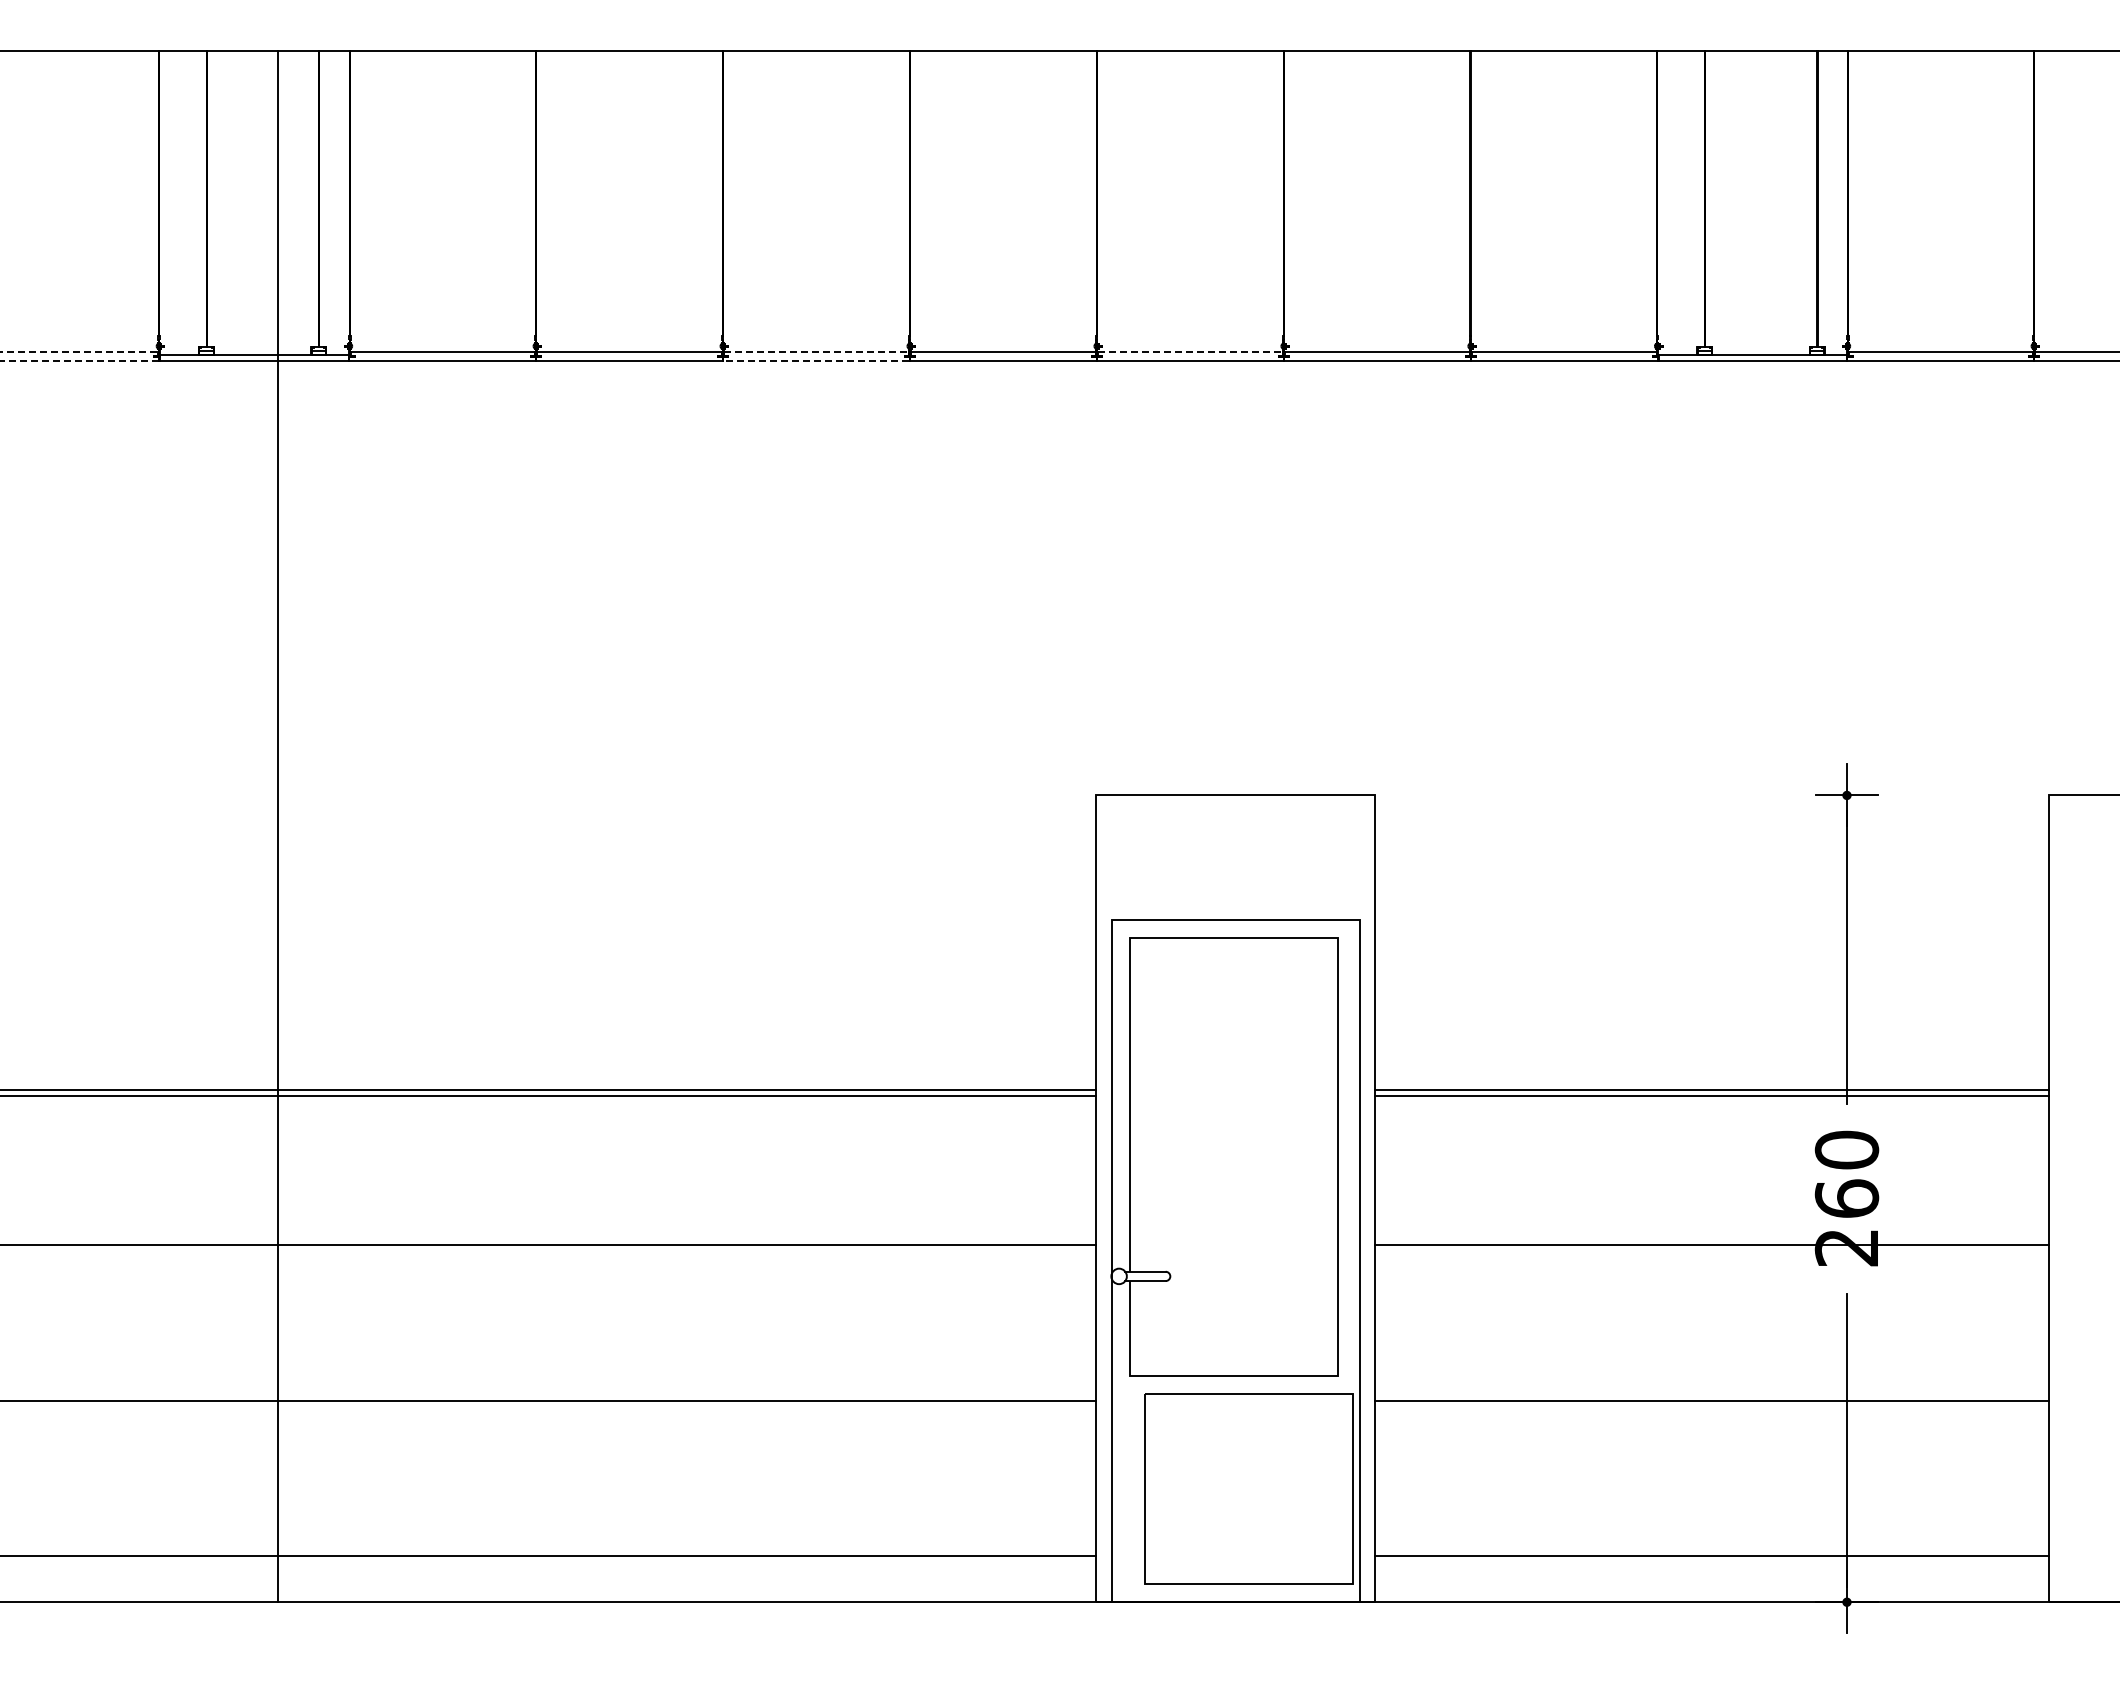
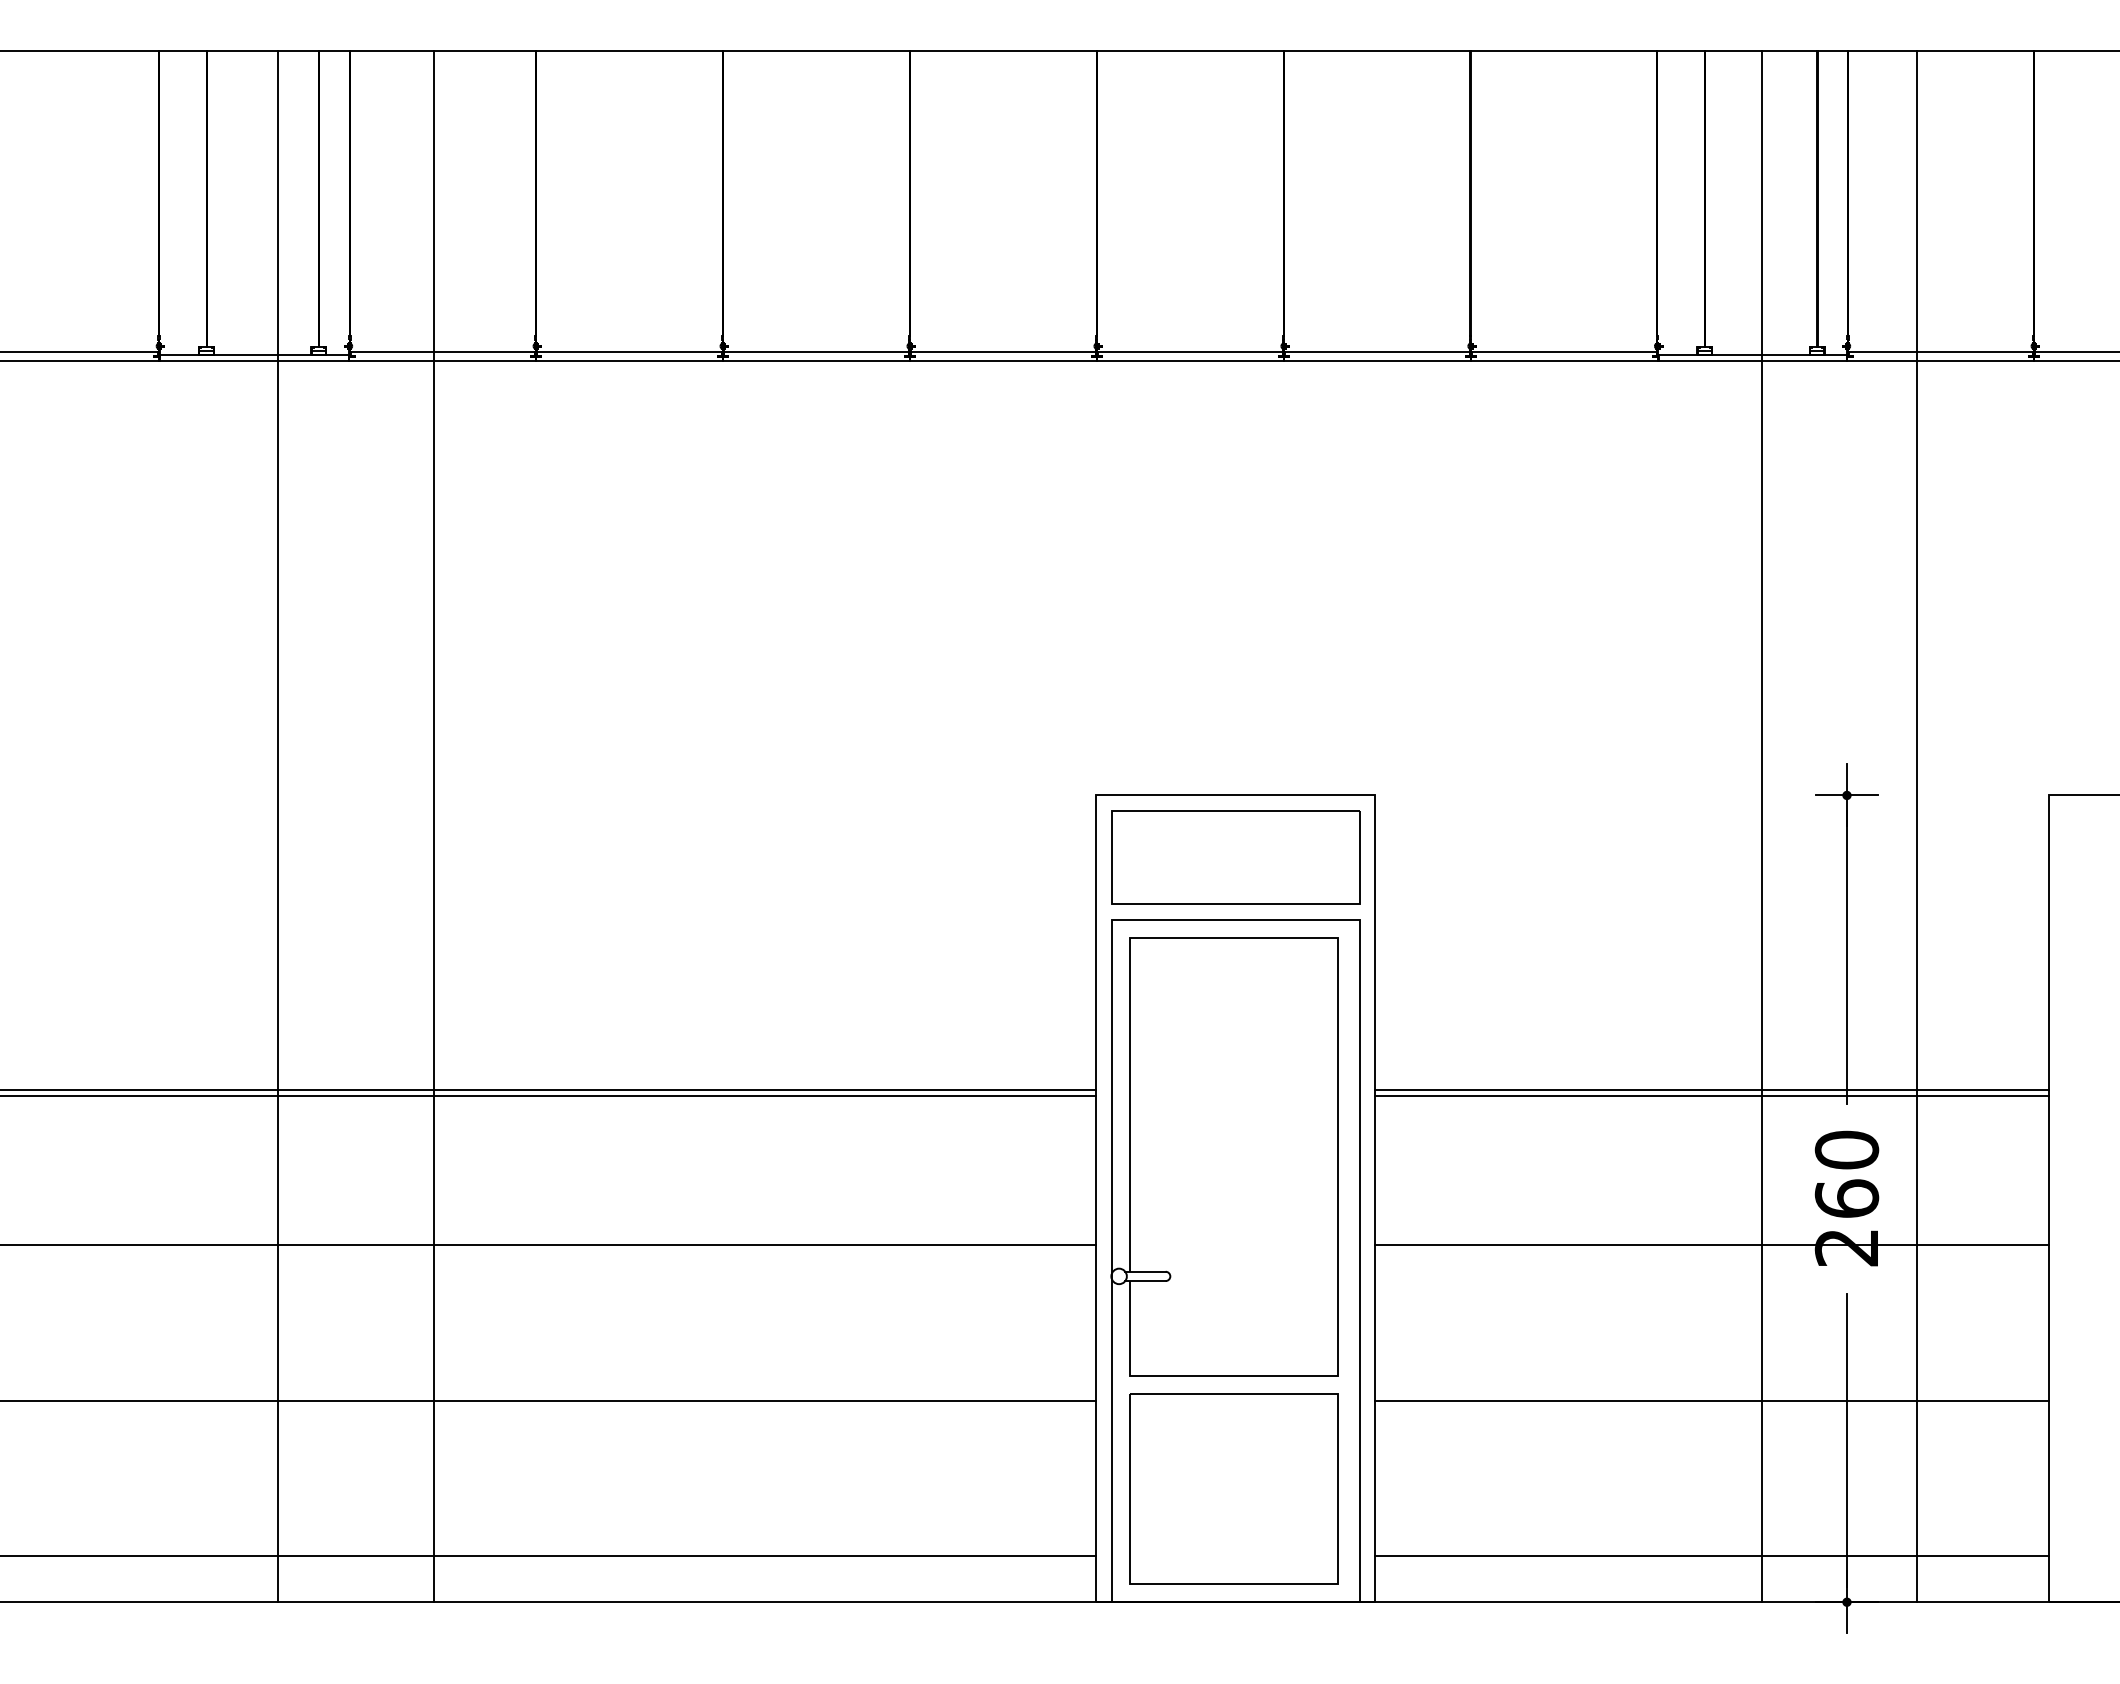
line at (79, 351): dashed -> solid
line at (817, 351): dashed -> solid
line at (1190, 351): dashed -> solid
line at (79, 361): dashed -> solid
line at (815, 361): dashed -> solid
line at (433, 826): none -> present
line at (1761, 826): none -> present
line at (1916, 826): none -> present
part at (1235, 857): none -> present
part at (1248, 1488) position: (1248, 1488) -> (1233, 1488)
